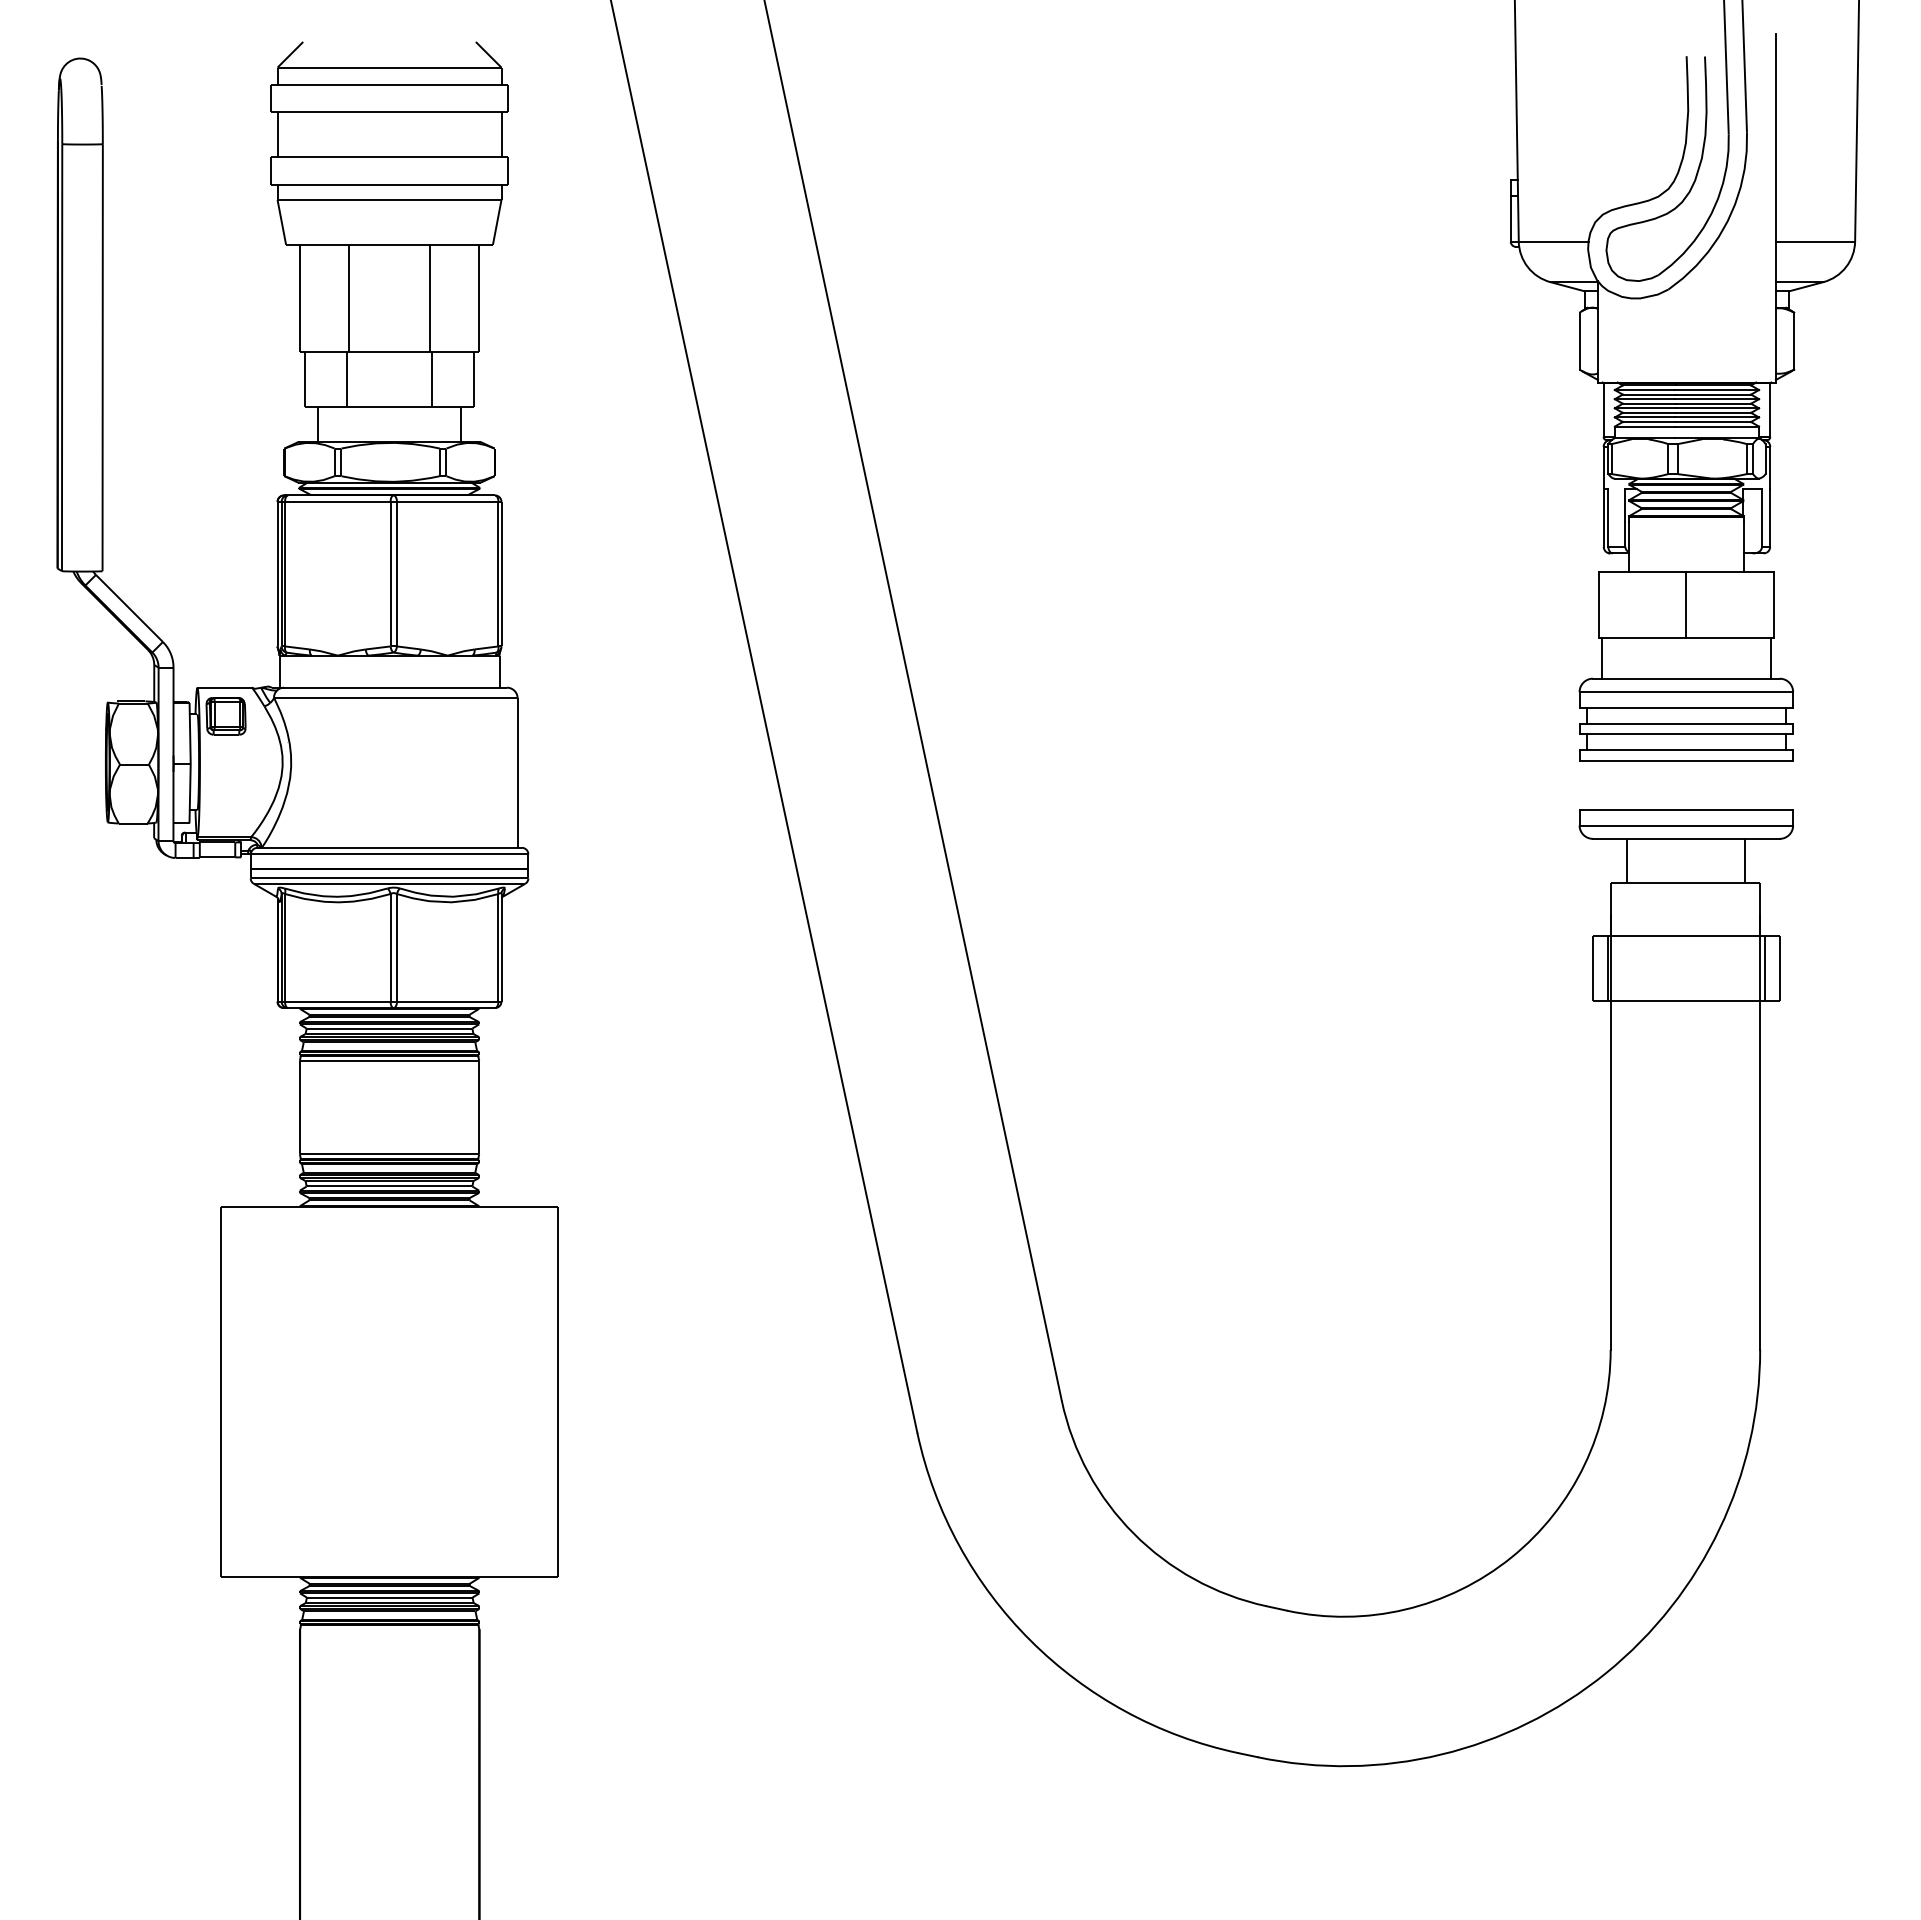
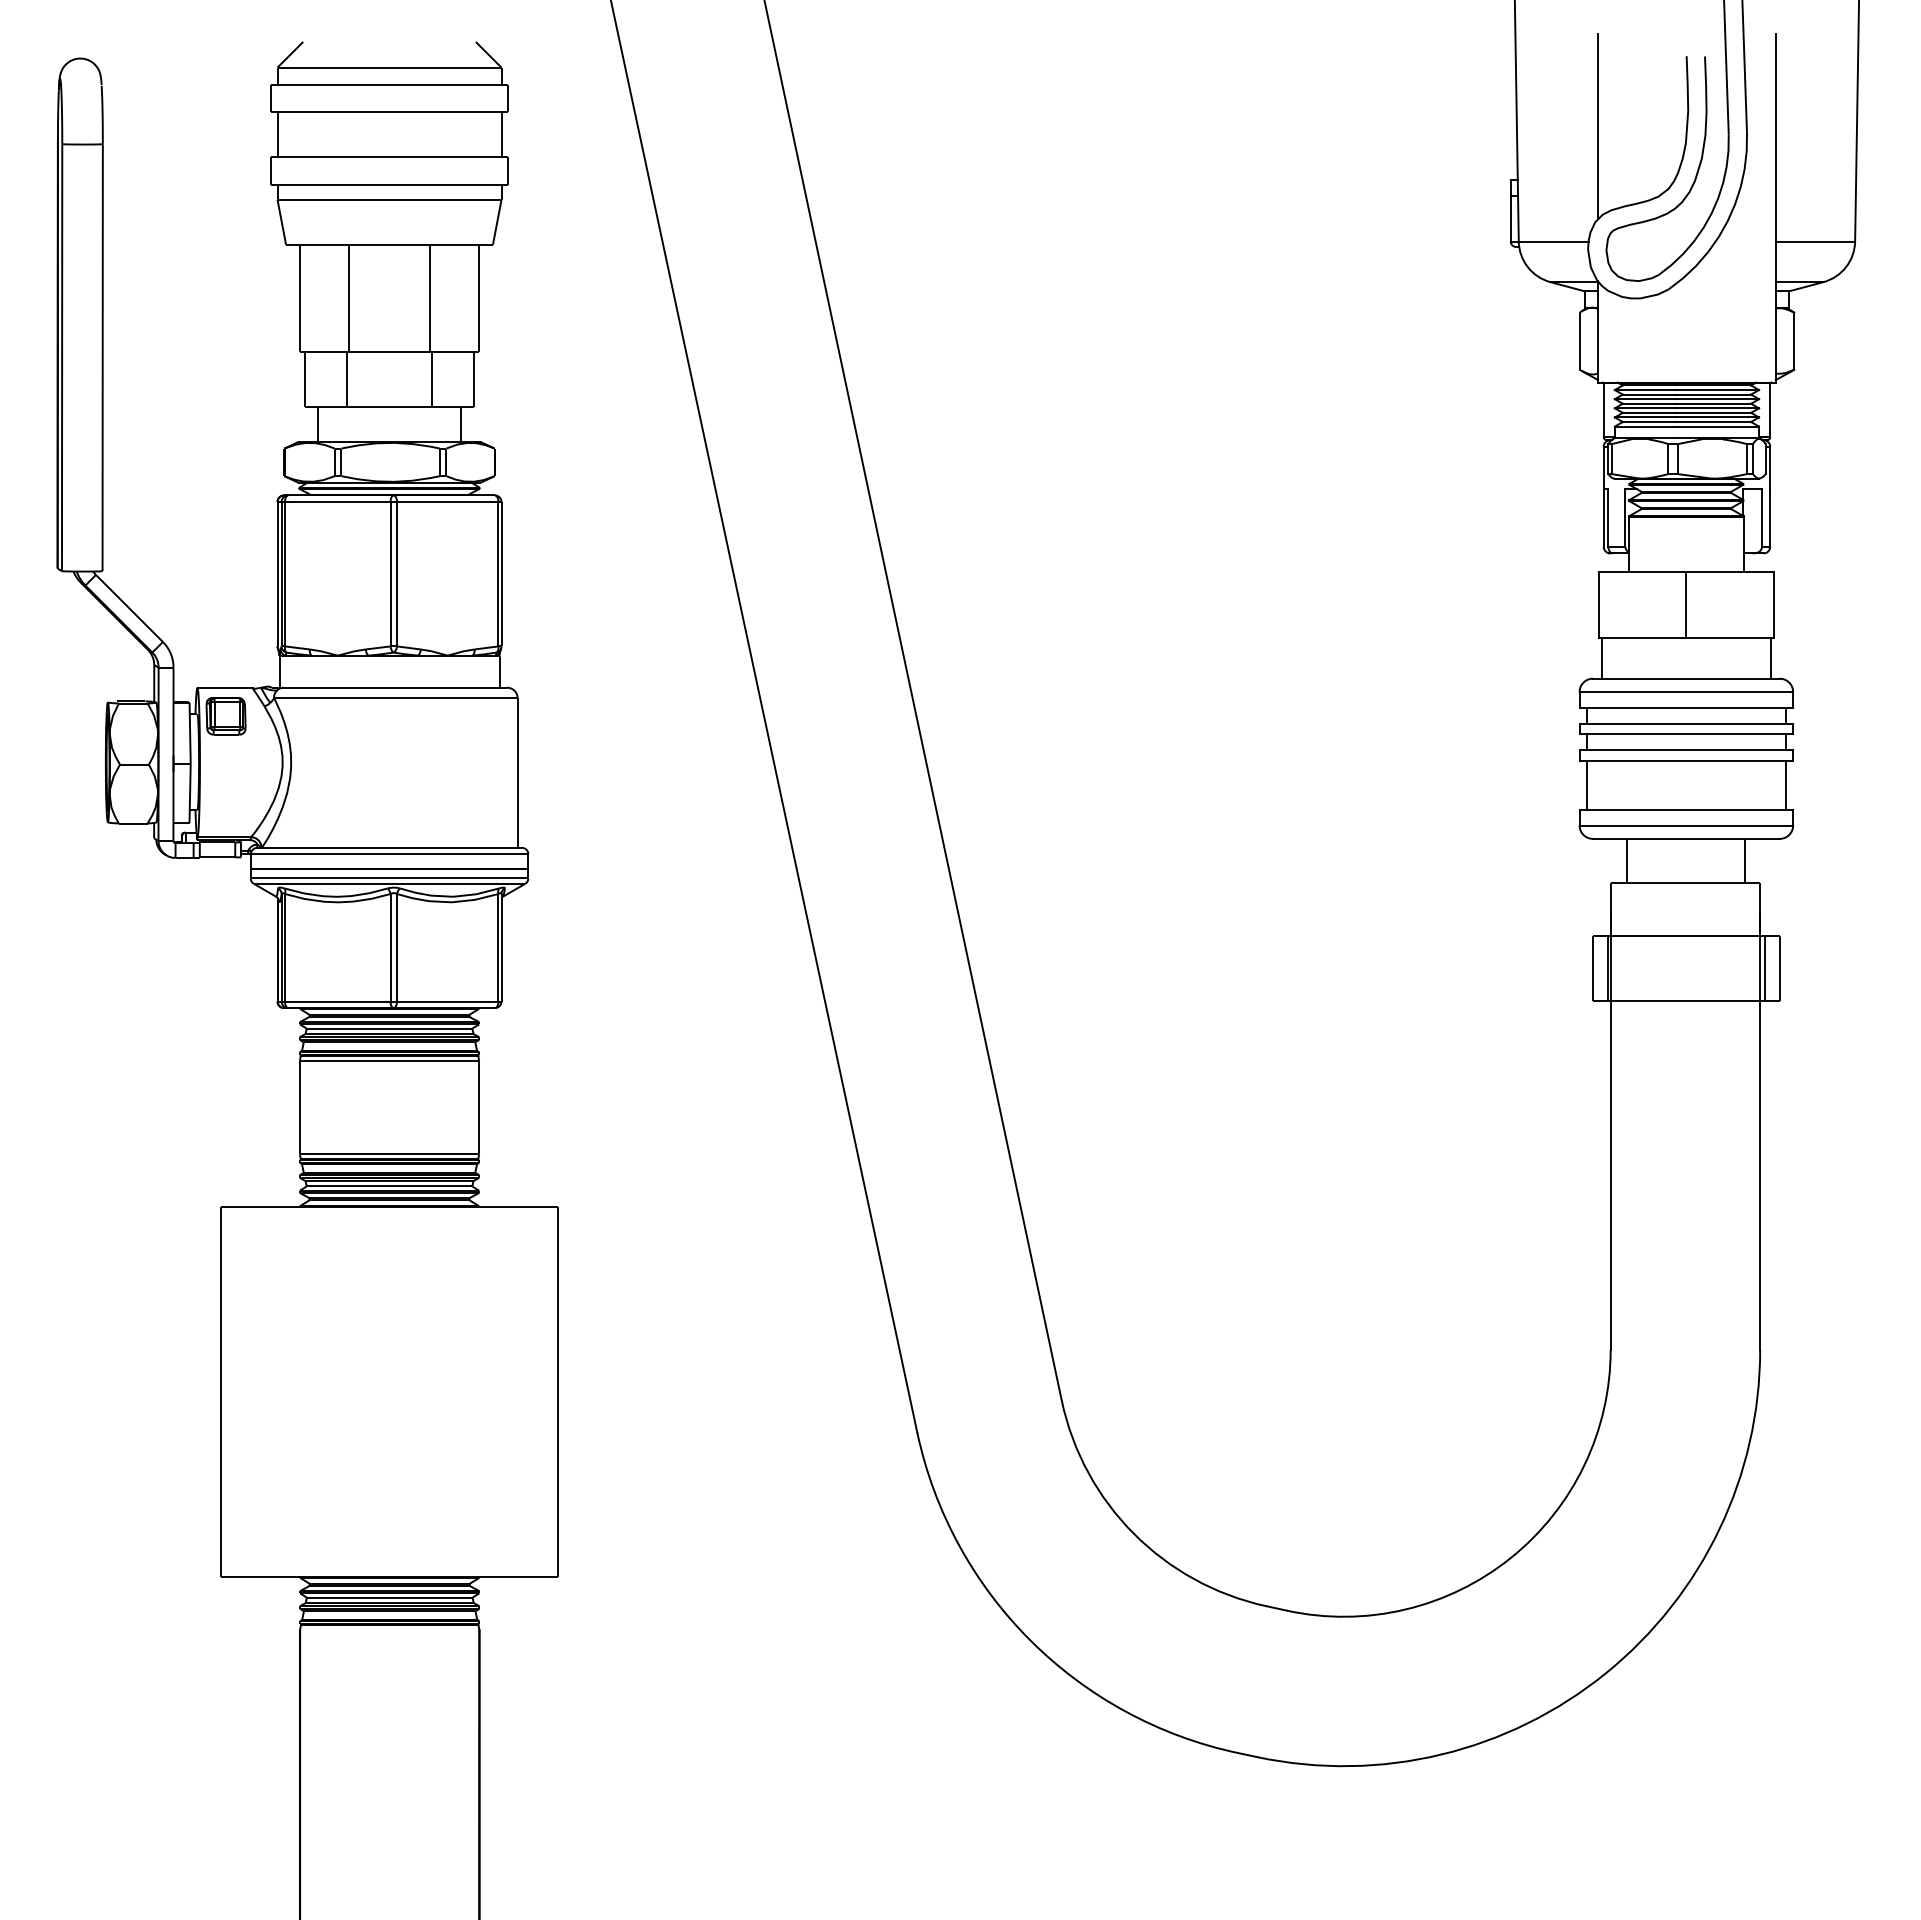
line at (1598, 126): none -> present
line at (1586, 785): none -> present
line at (1786, 785): none -> present
